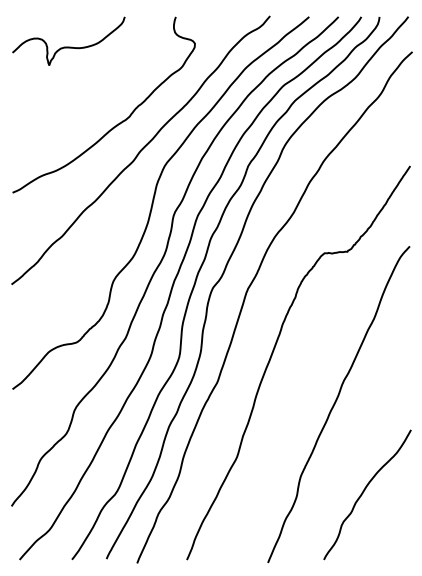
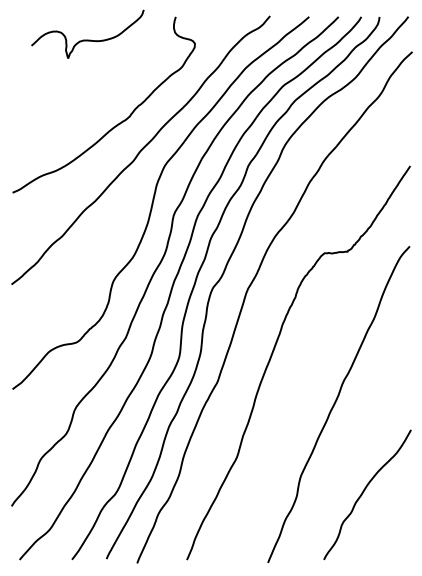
curve at (68, 46) position: (68, 46) -> (87, 39)
